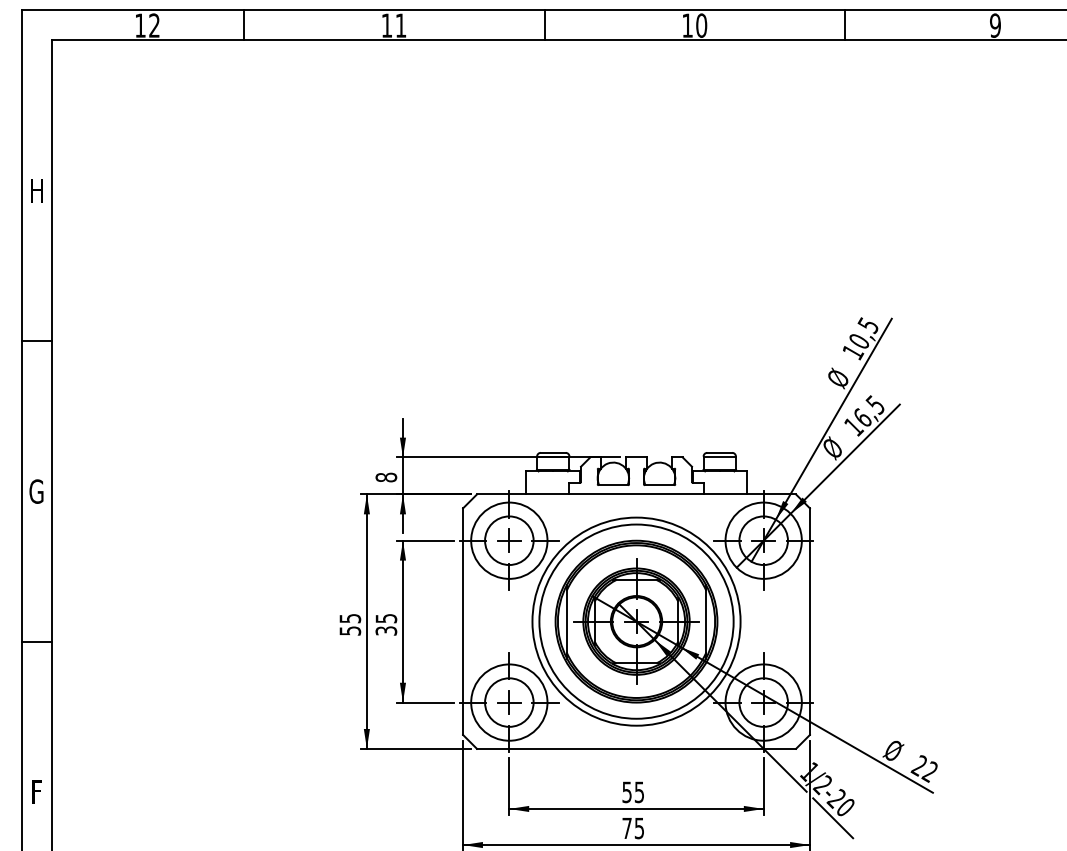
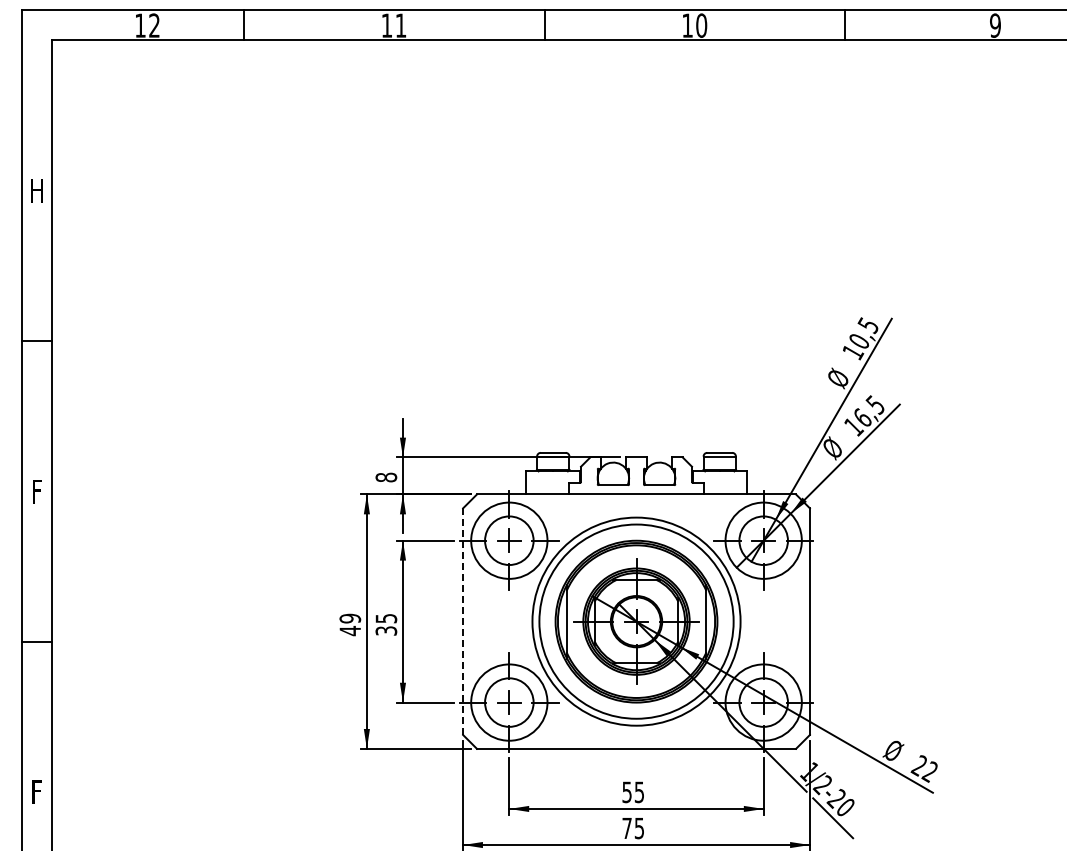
text at (36, 491): G -> F
line at (463, 622): solid -> dashed
text at (350, 624): 55 -> 49
